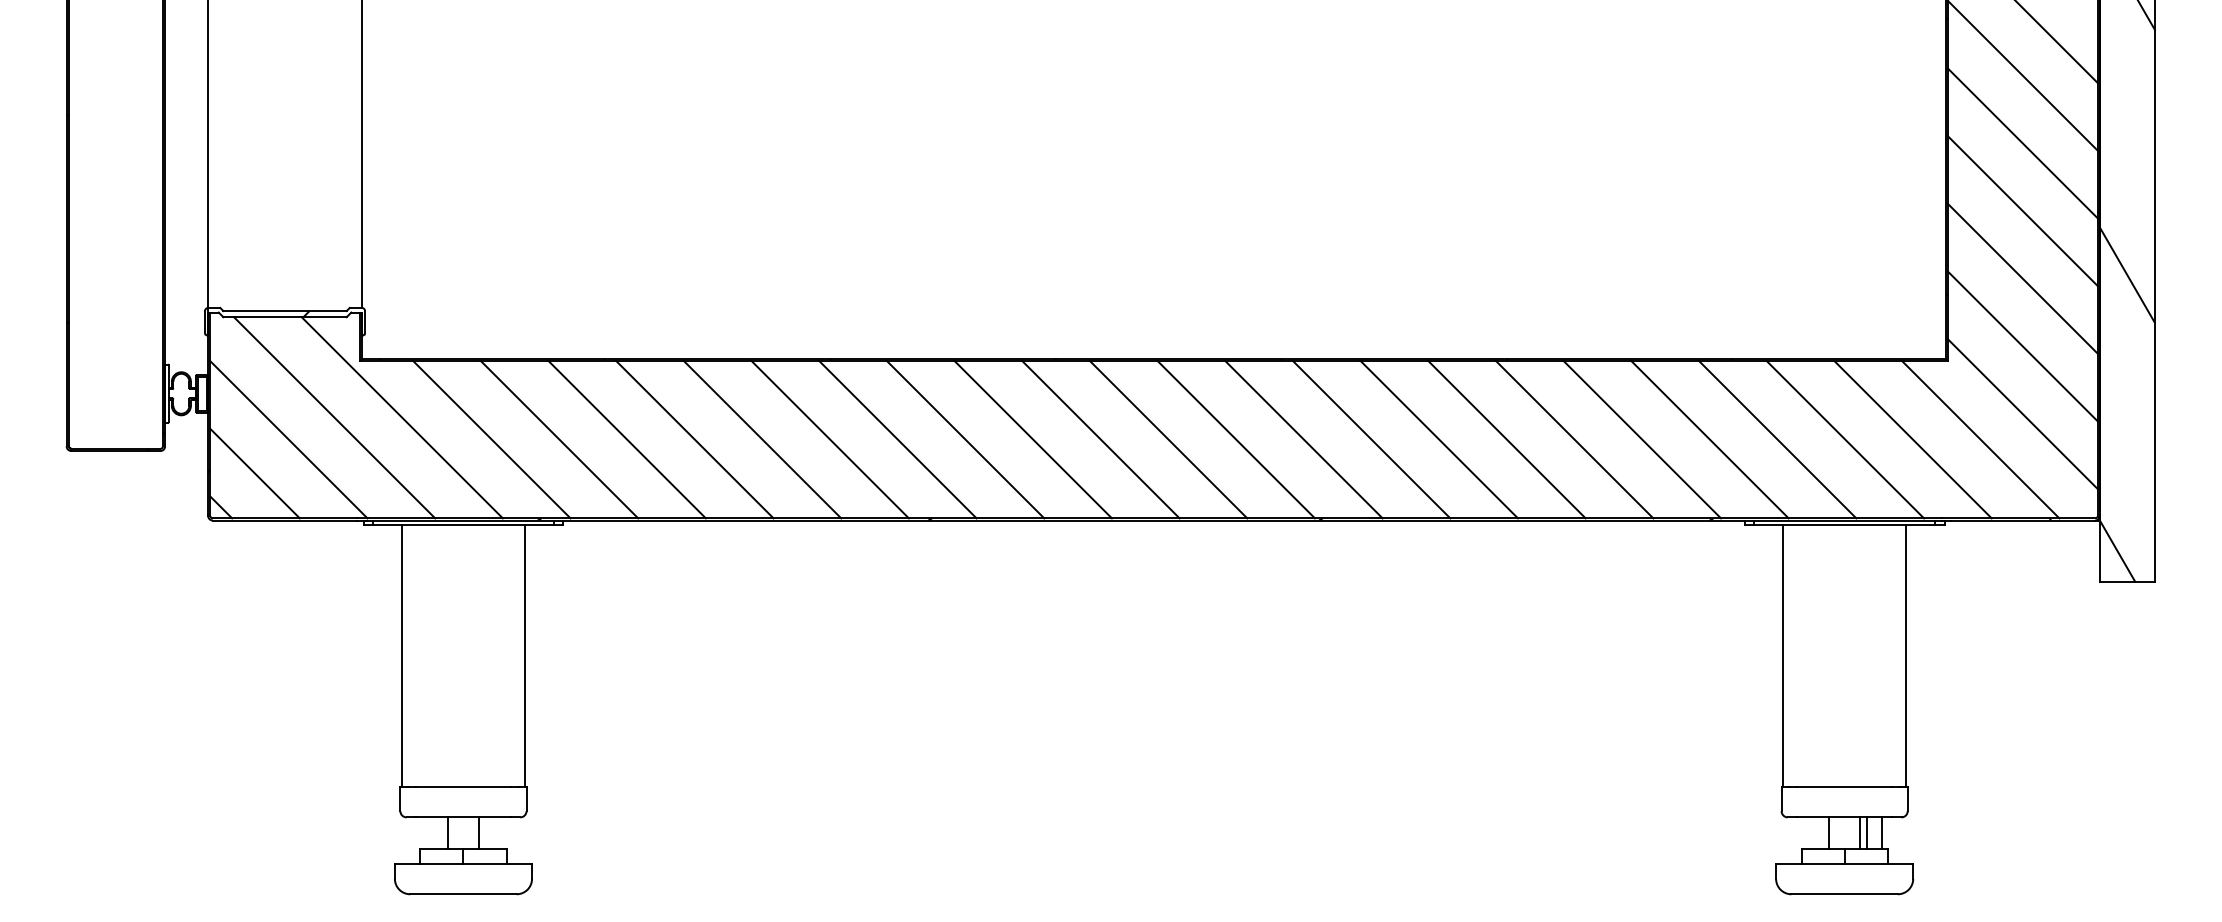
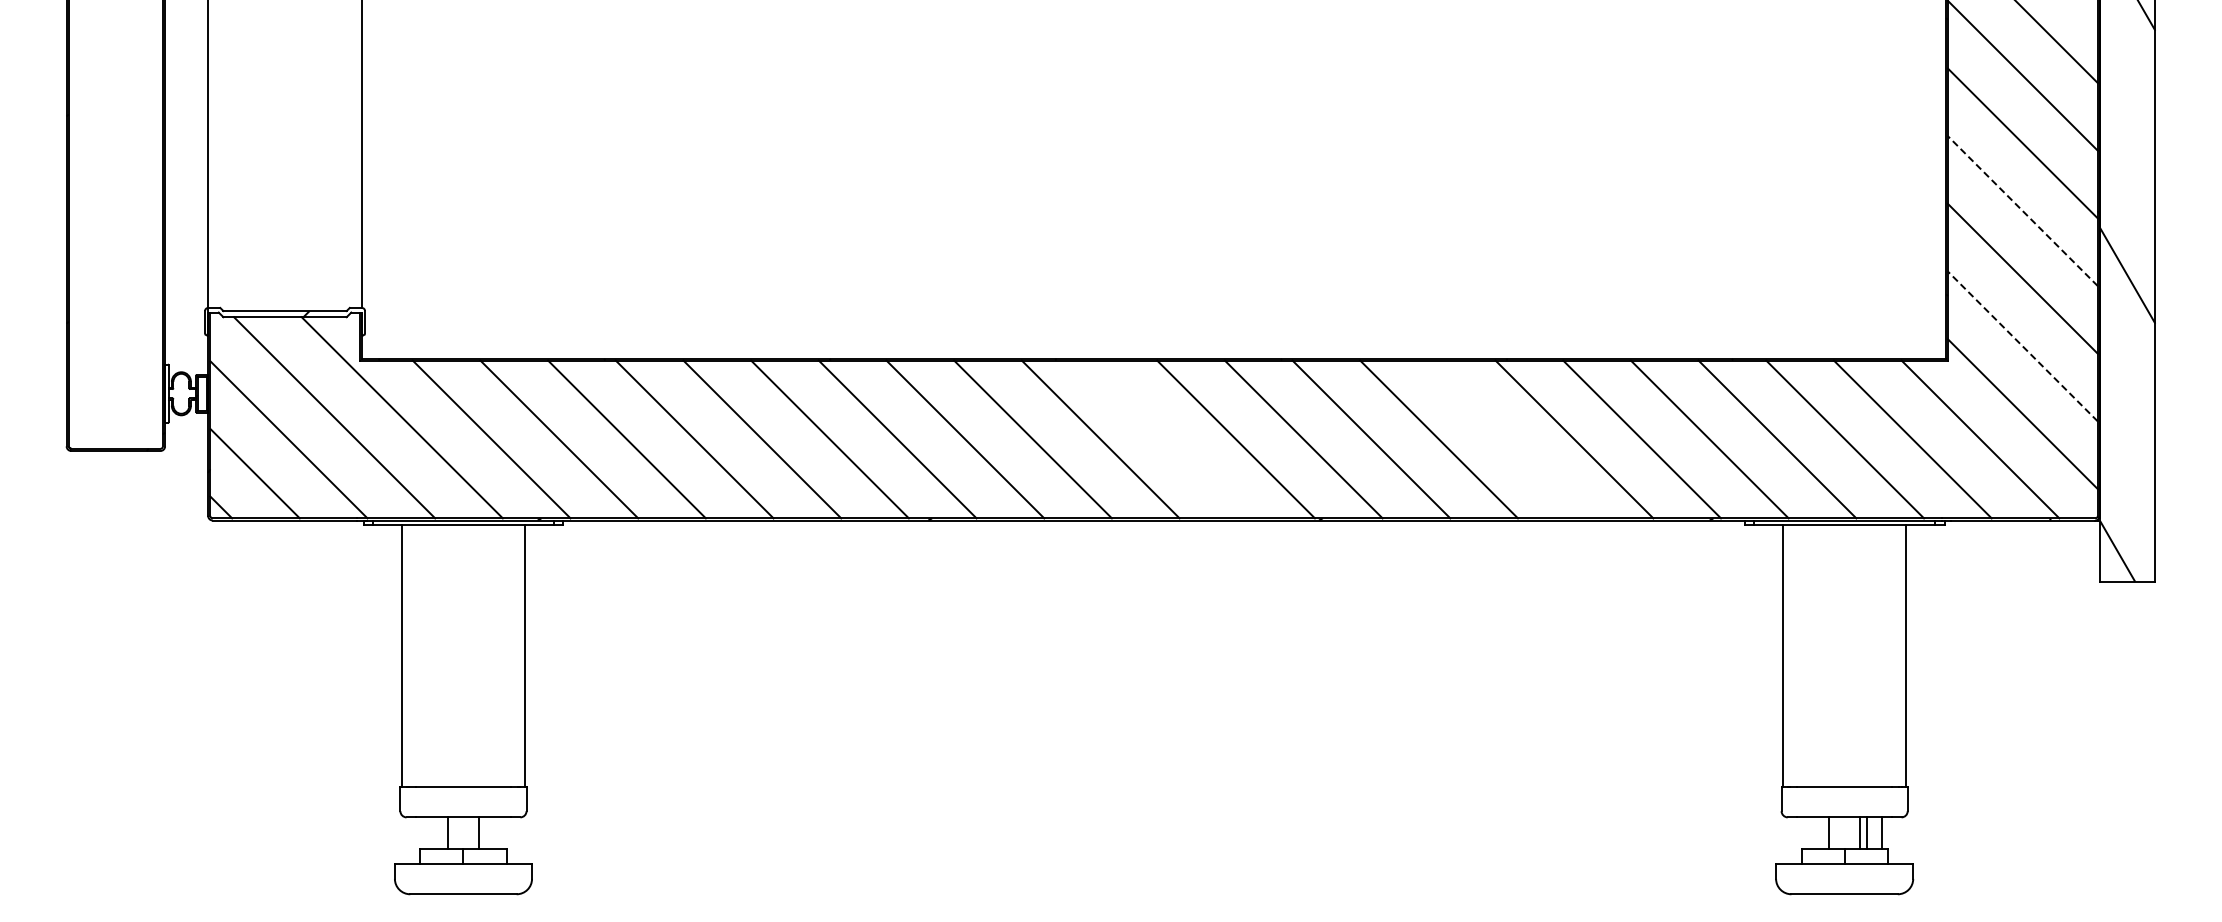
line at (2022, 211): solid -> dashed
line at (2022, 346): solid -> dashed
line at (1168, 439): present -> none
line at (1506, 439): present -> none
